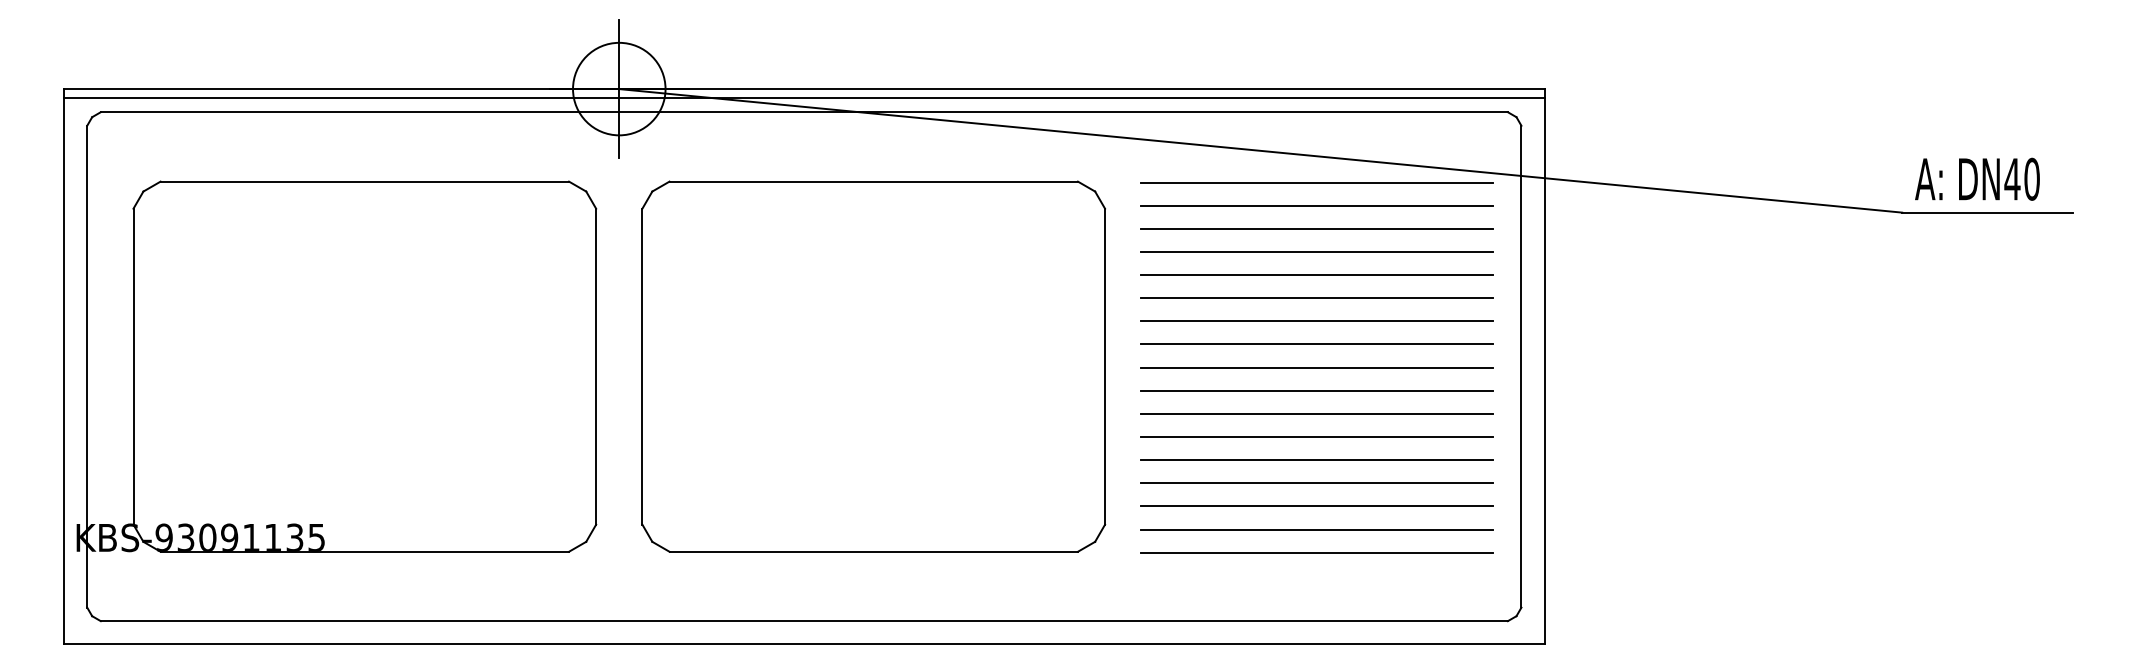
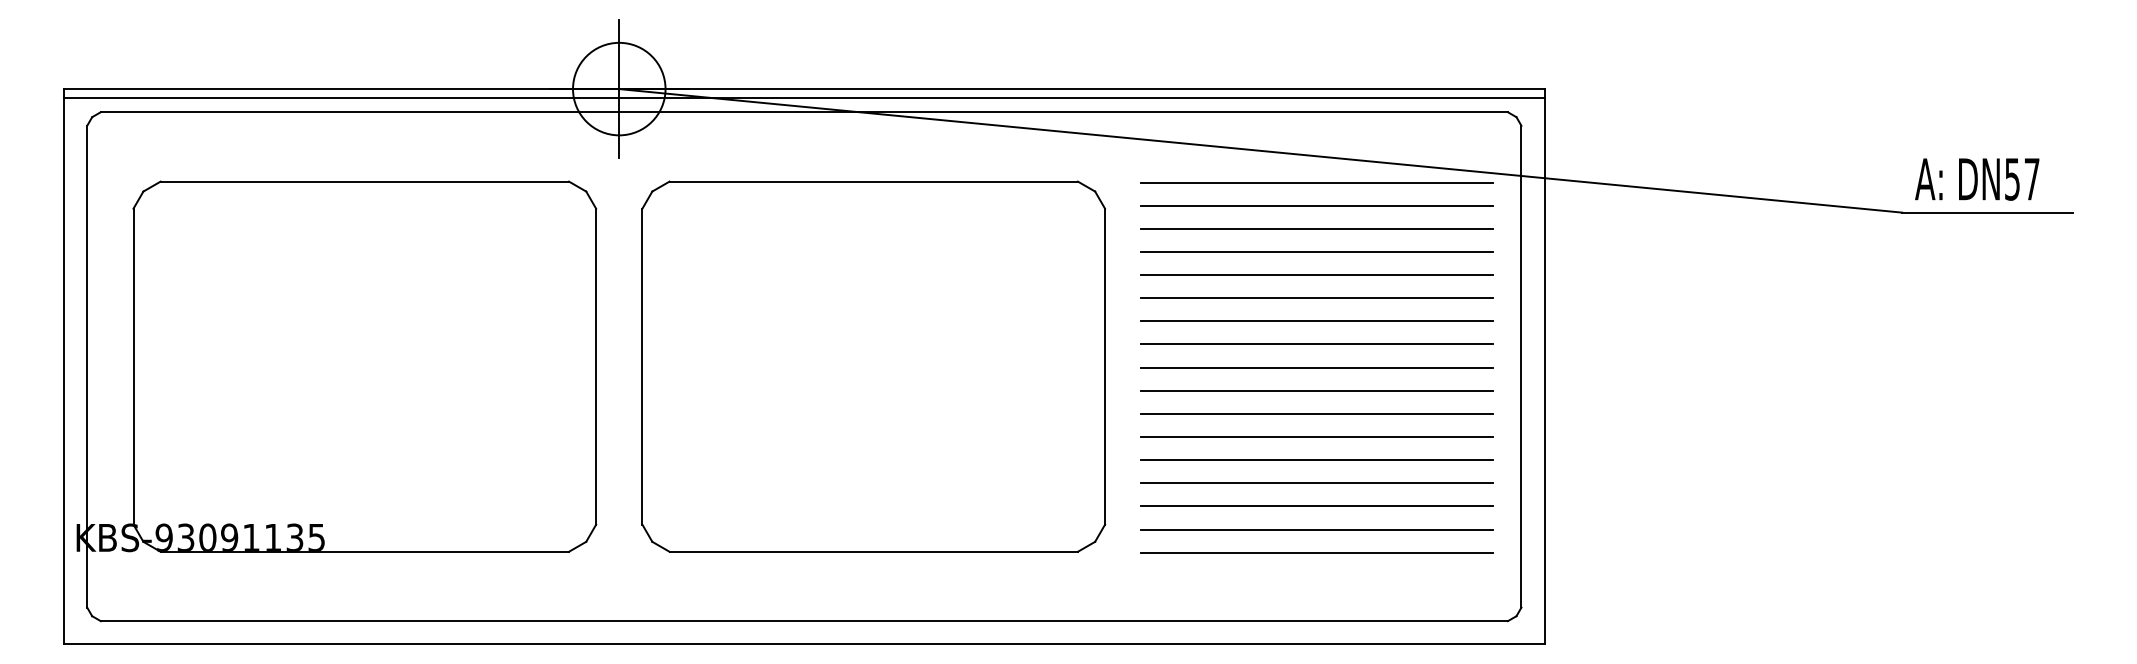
text at (2021, 178): DN40 -> DN57
